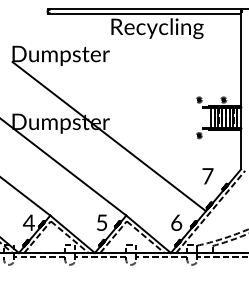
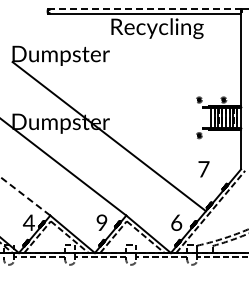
line at (144, 9): solid -> dashed
text at (207, 176) position: (207, 176) -> (203, 169)
line at (25, 196): solid -> dashed
text at (101, 222): 5 -> 9
